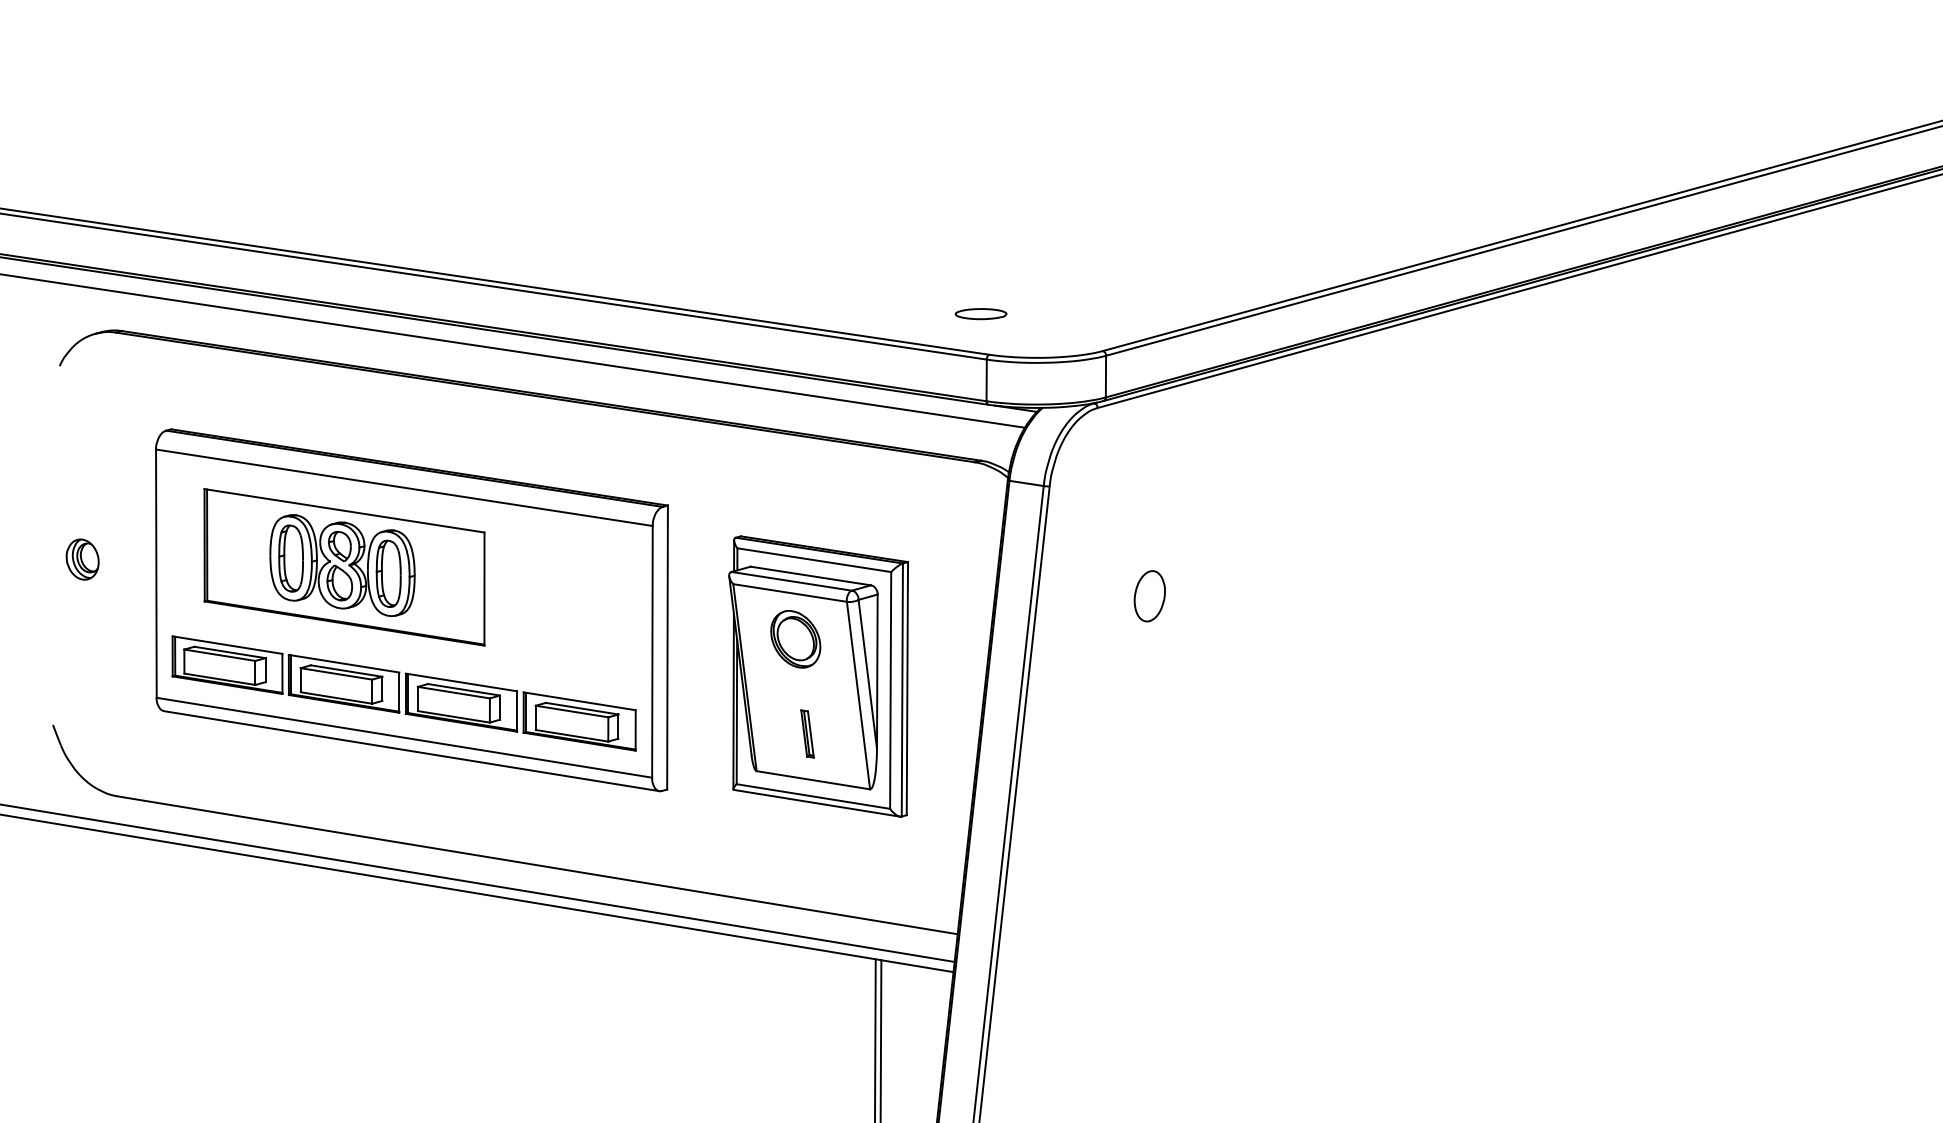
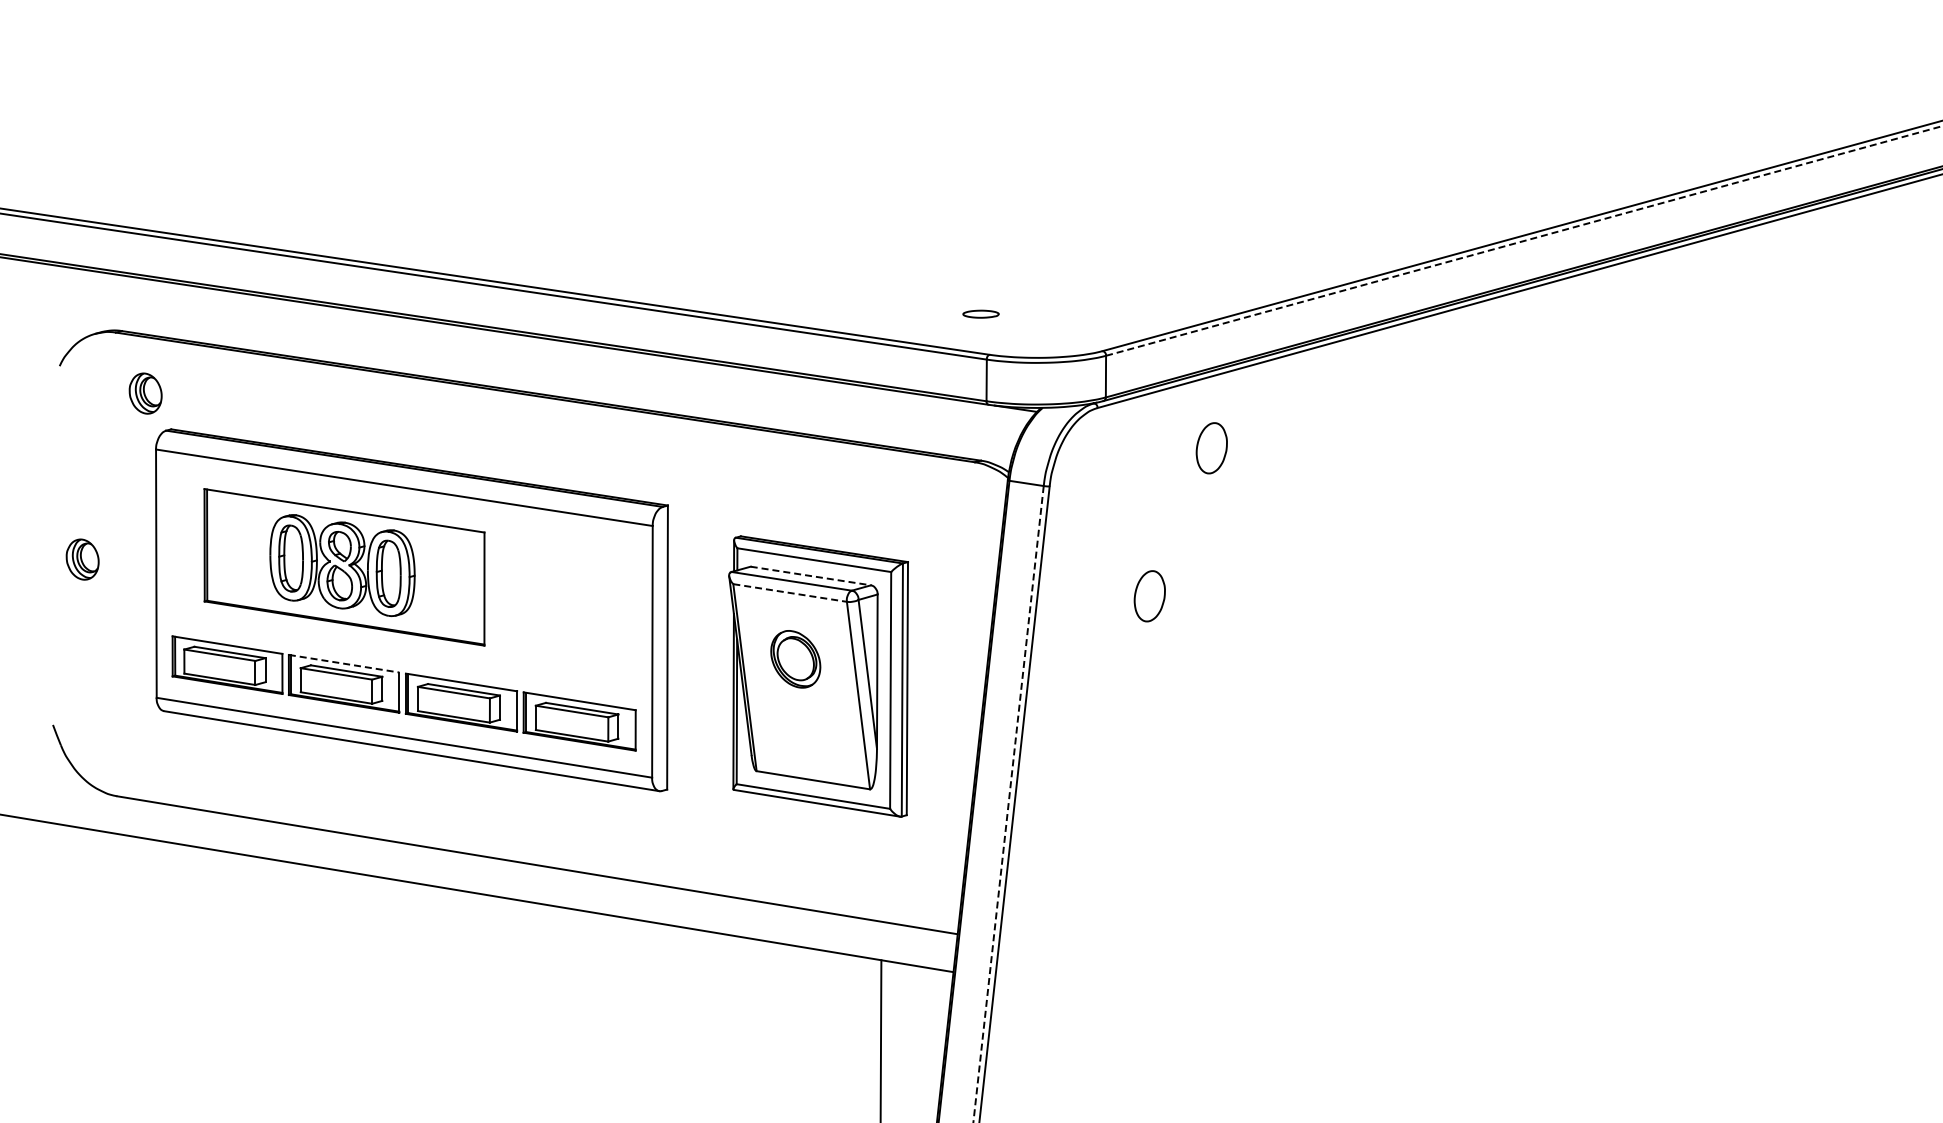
line at (1524, 240): solid -> dashed
part at (980, 314) size: 54x13 px -> 38x10 px
line at (513, 350): present -> none
part at (145, 393): none -> present
part at (1211, 448): none -> present
line at (810, 576): solid -> dashed
line at (790, 593): solid -> dashed
part at (795, 639) position: (795, 639) -> (795, 659)
line at (344, 663): solid -> dashed
part at (807, 733): present -> none
line at (1008, 804): solid -> dashed
line at (478, 882): present -> none
line at (875, 1039): present -> none
